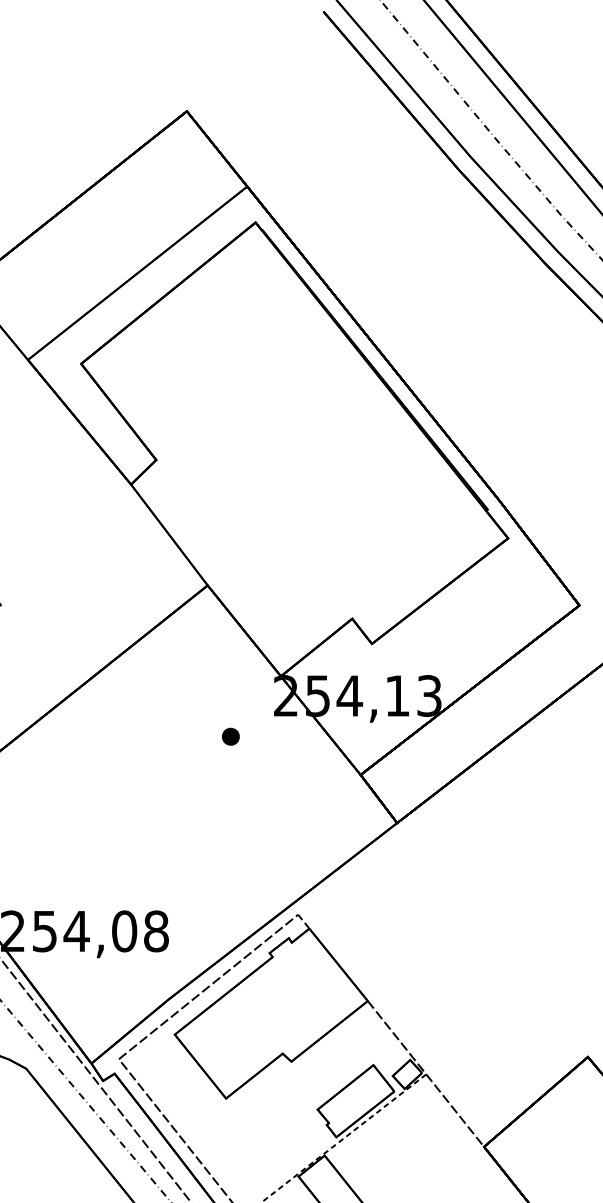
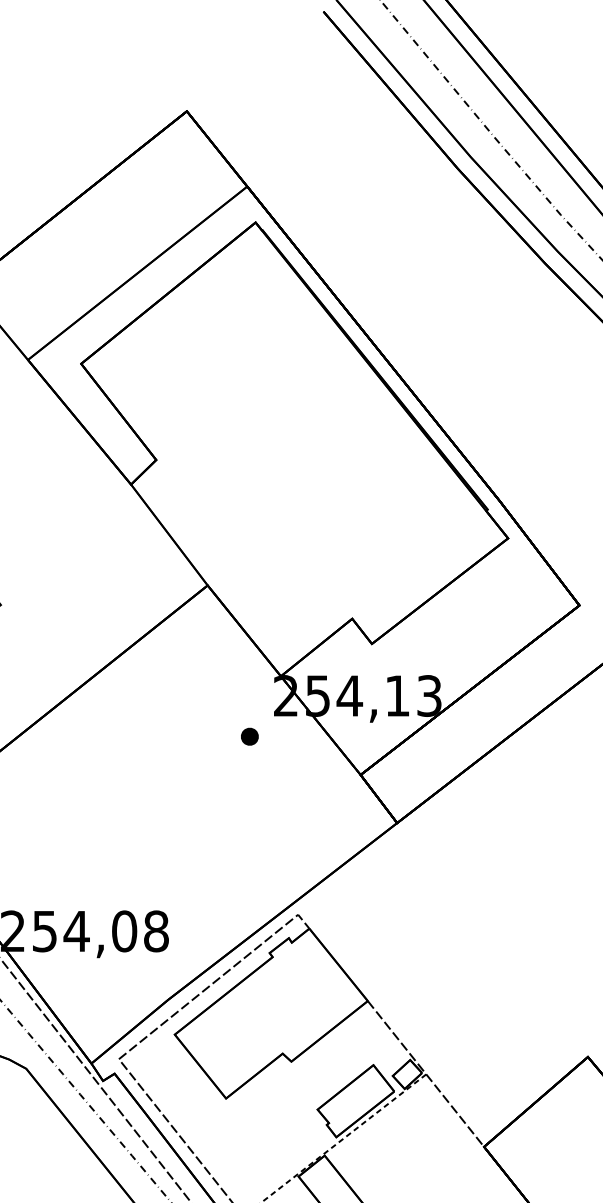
part at (230, 736) position: (230, 736) -> (249, 736)
